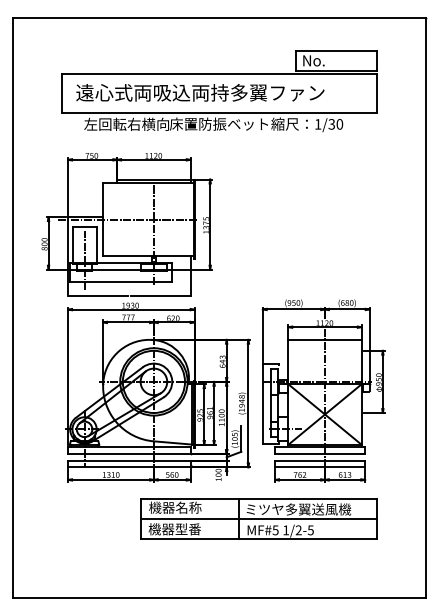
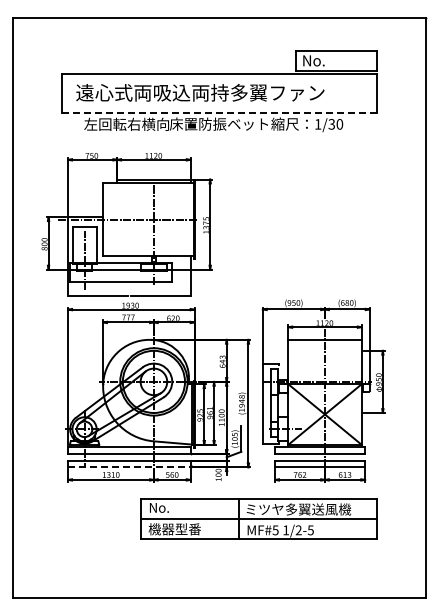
line at (219, 112): solid -> dashed
line at (129, 467): solid -> dashed
text at (175, 507): 機器名称 -> No.
